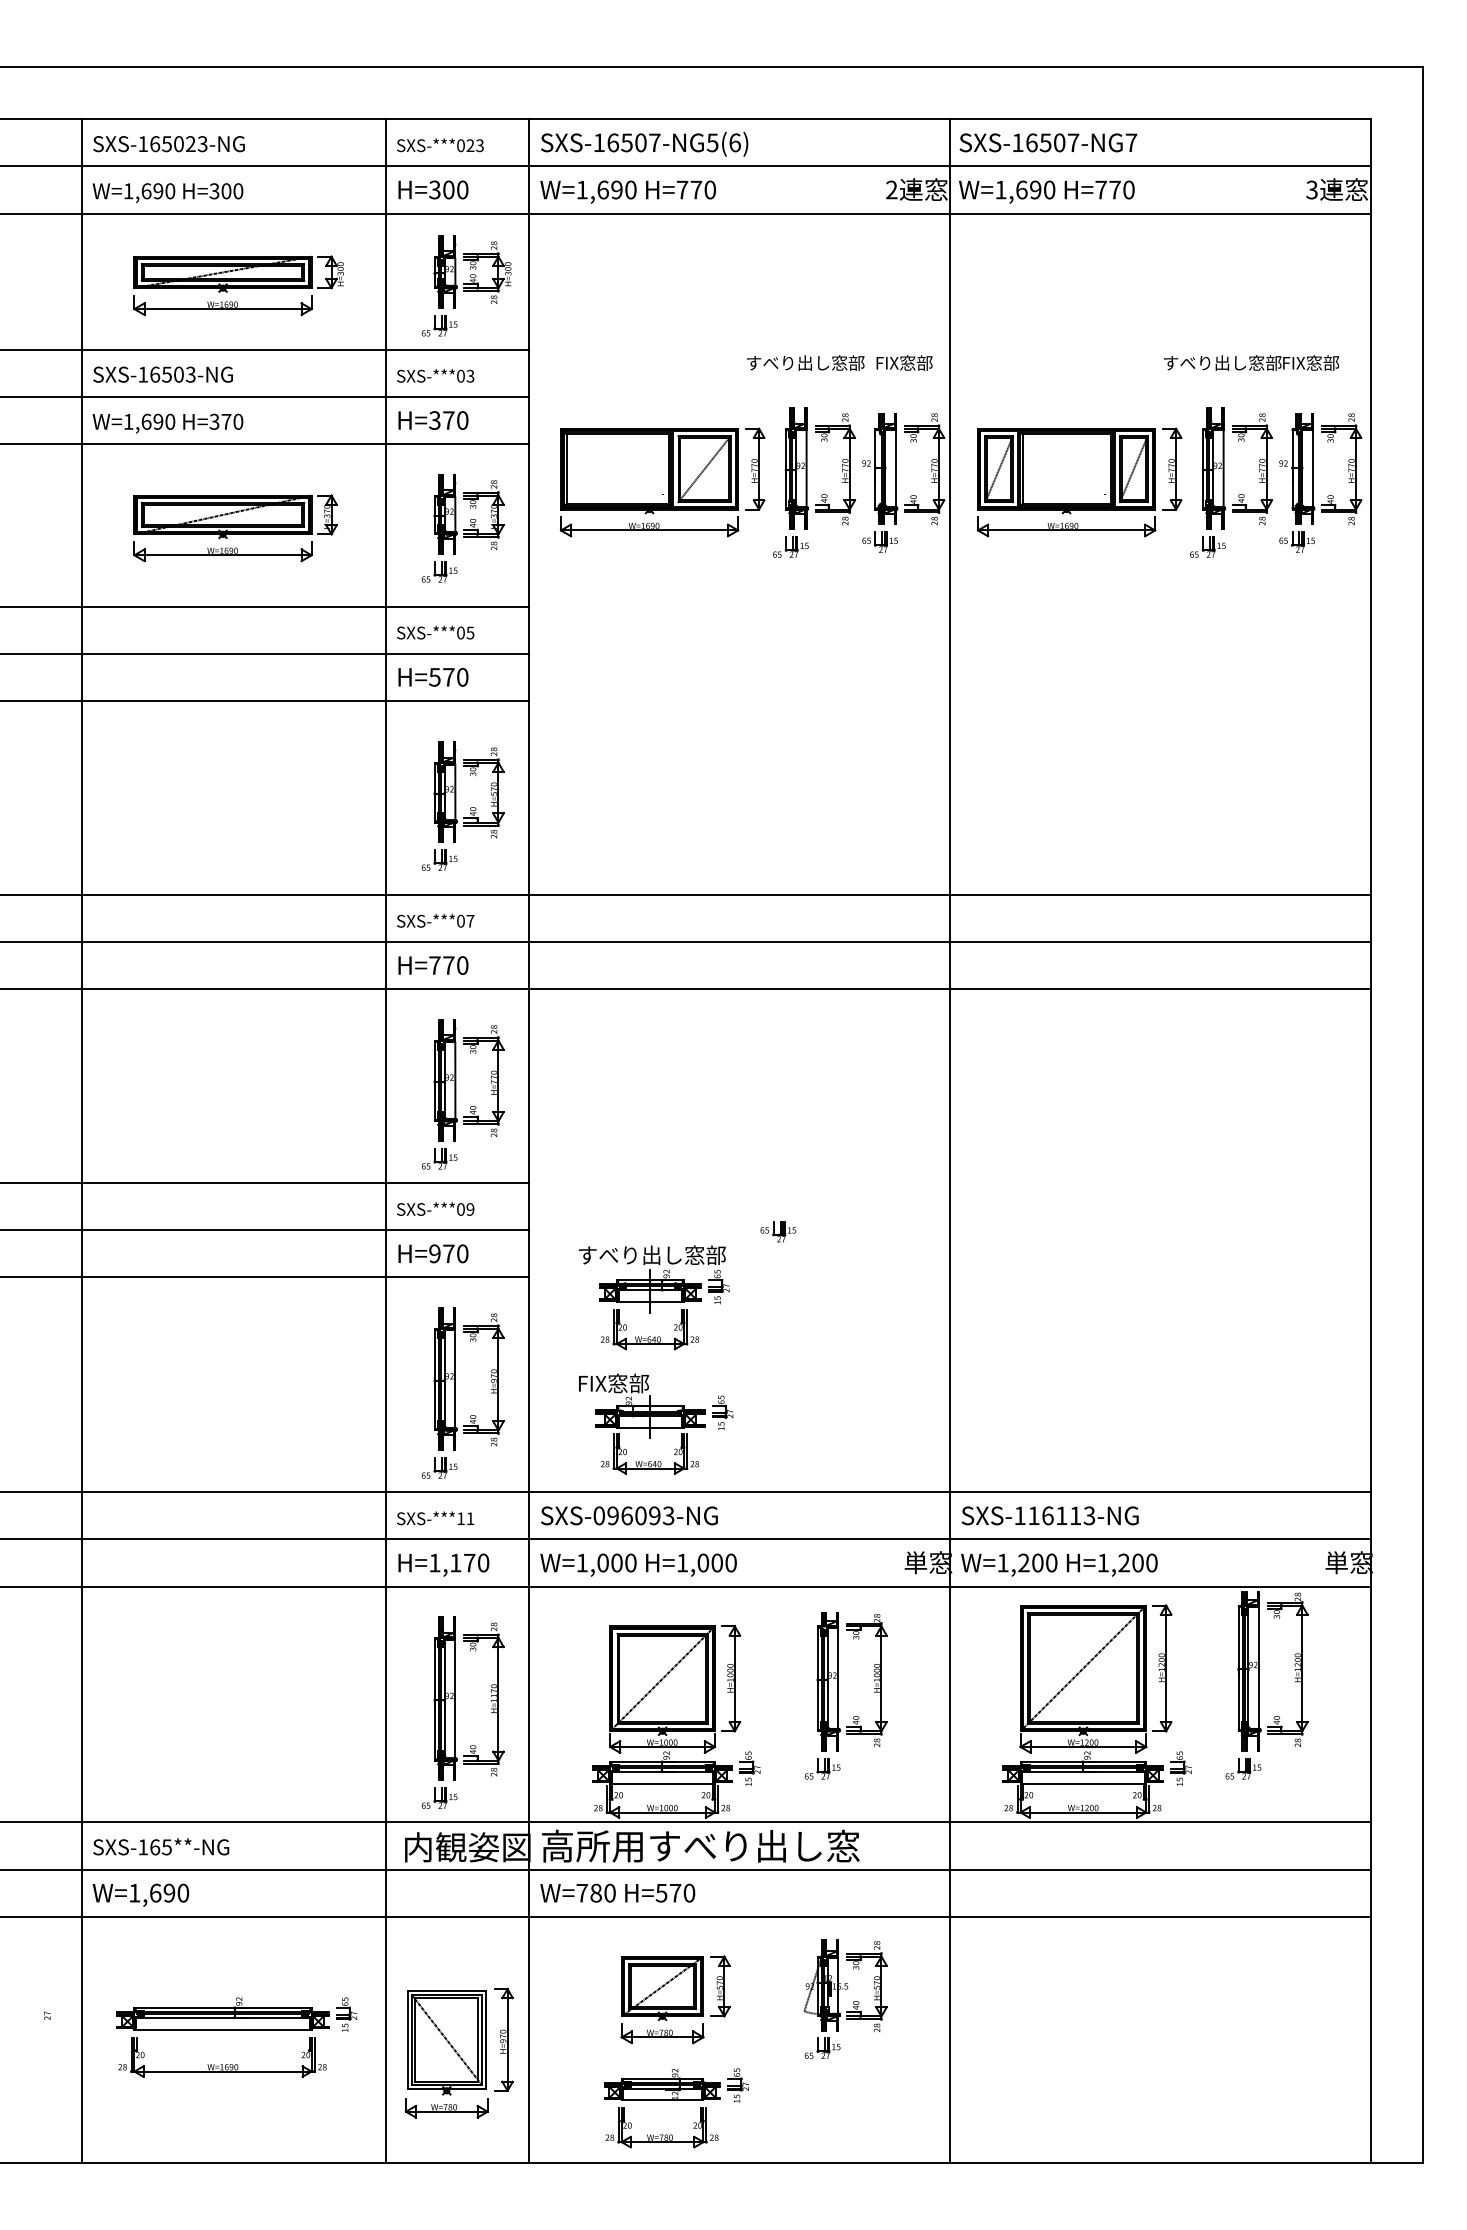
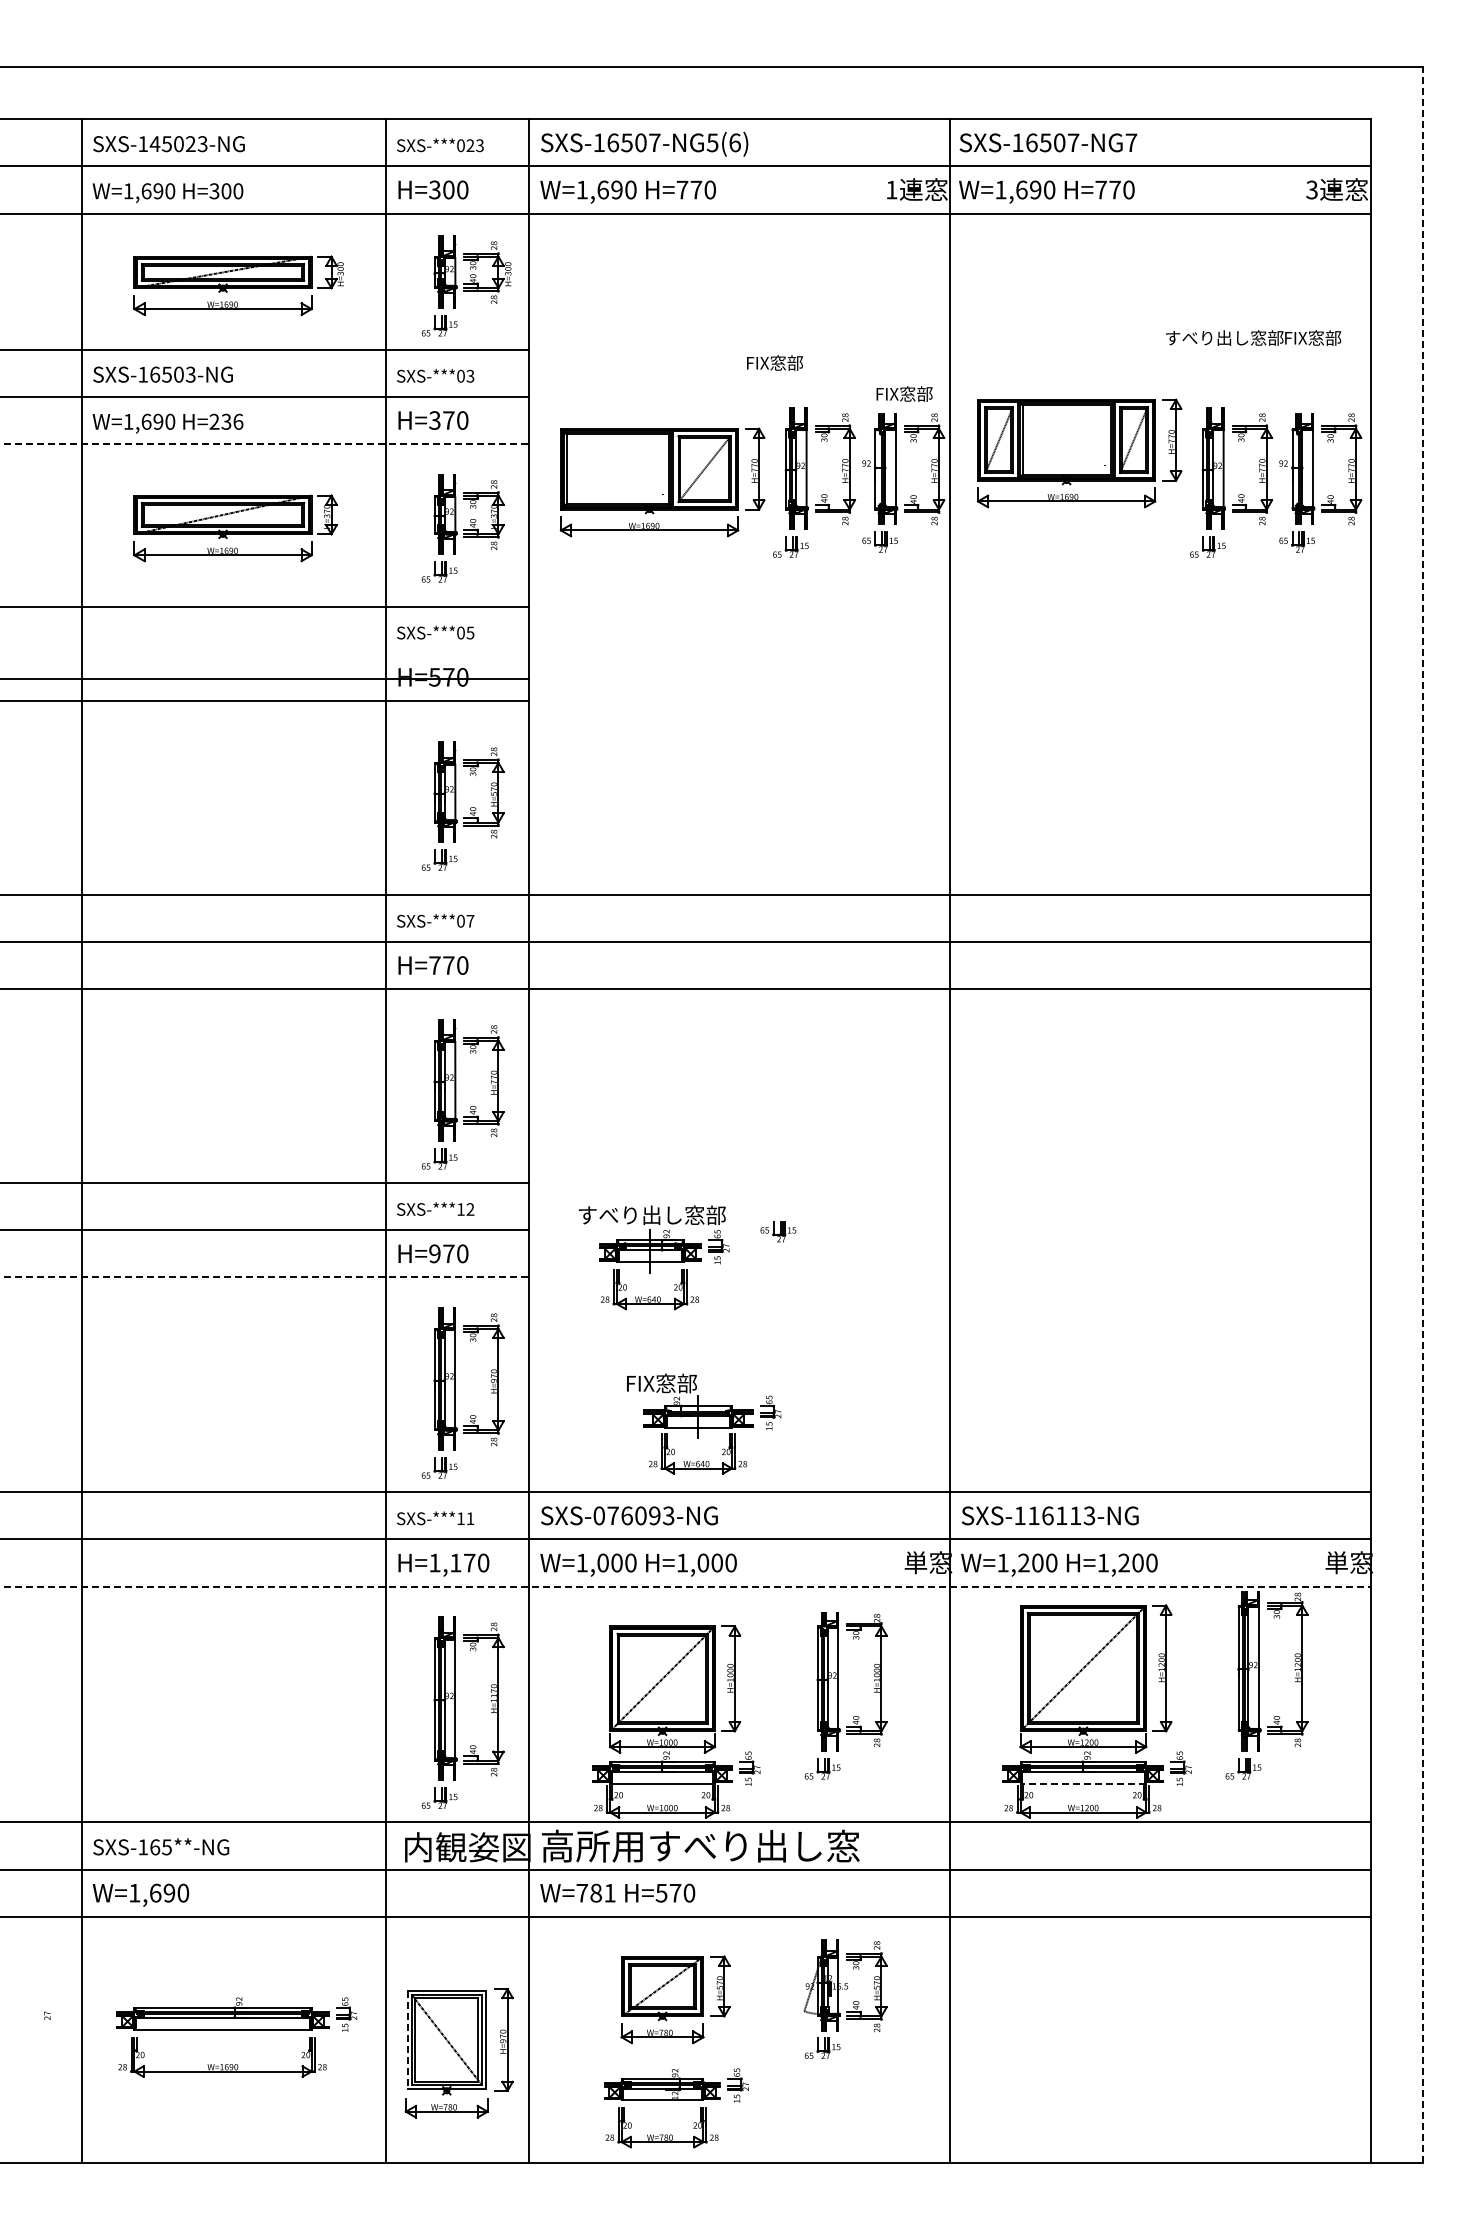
text at (154, 144): SXS-165023-NG -> SXS-145023-NG
text at (891, 189): 2 -> 1
text at (805, 362): すべり出し窓部 -> FIX窓部
text at (904, 362) position: (904, 362) -> (904, 393)
text at (1251, 362) position: (1251, 362) -> (1253, 337)
text at (226, 421): H=370 -> H=236
line at (265, 444): solid -> dashed
part at (1079, 482) position: (1079, 482) -> (1079, 453)
line at (265, 653) position: (265, 653) -> (265, 678)
line at (1423, 1114): solid -> dashed
text at (465, 1209): SXS-***09 -> SXS-***12
line at (265, 1277): solid -> dashed
part at (653, 1297) position: (653, 1297) -> (653, 1257)
part at (656, 1423) position: (656, 1423) -> (704, 1423)
text at (612, 1515): SXS-096093-NG -> SXS-076093-NG
line at (685, 1586): solid -> dashed
line at (1083, 1783): solid -> dashed
text at (609, 1892): W=780 -> W=781
line at (407, 2039): solid -> dashed
